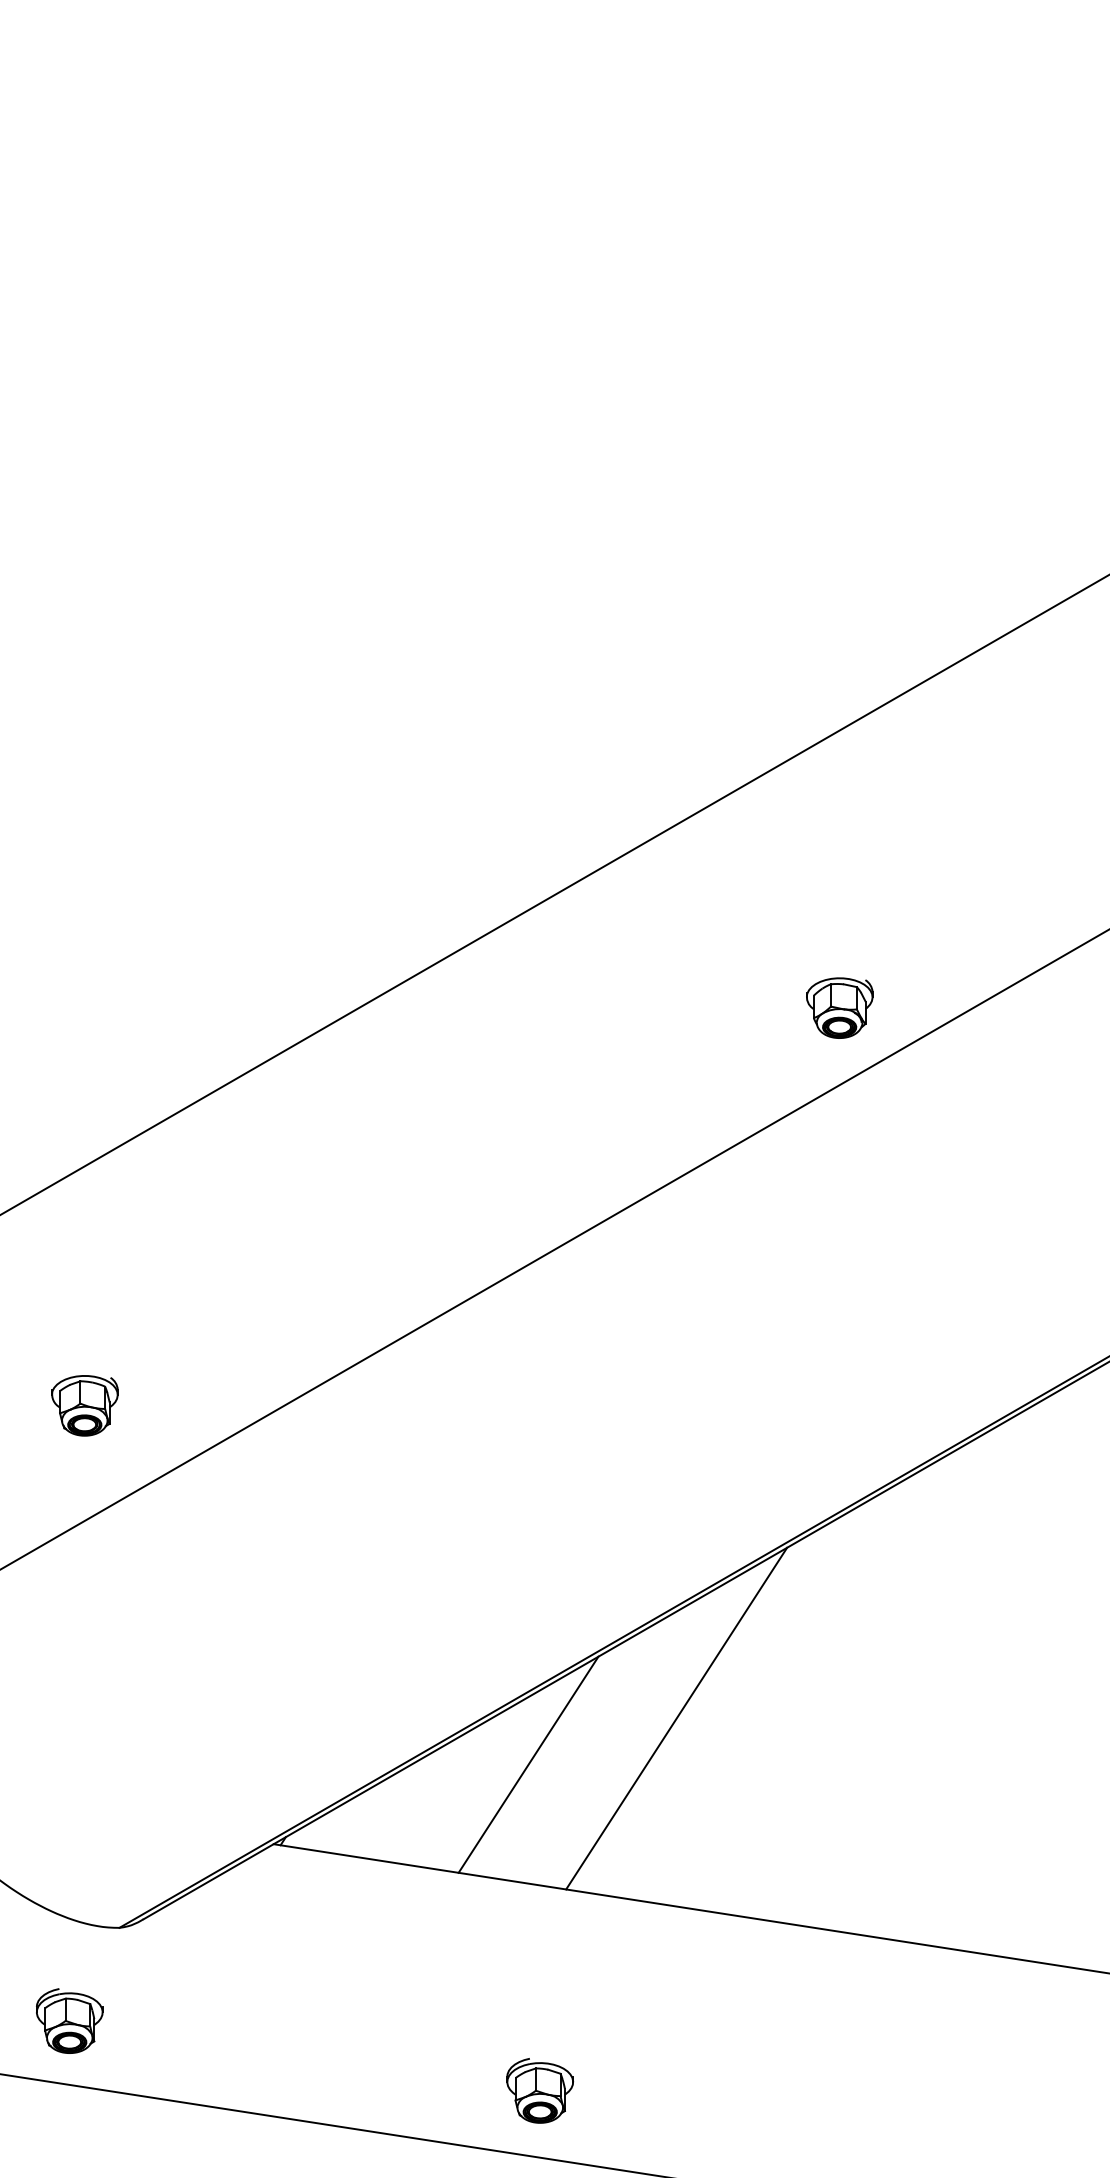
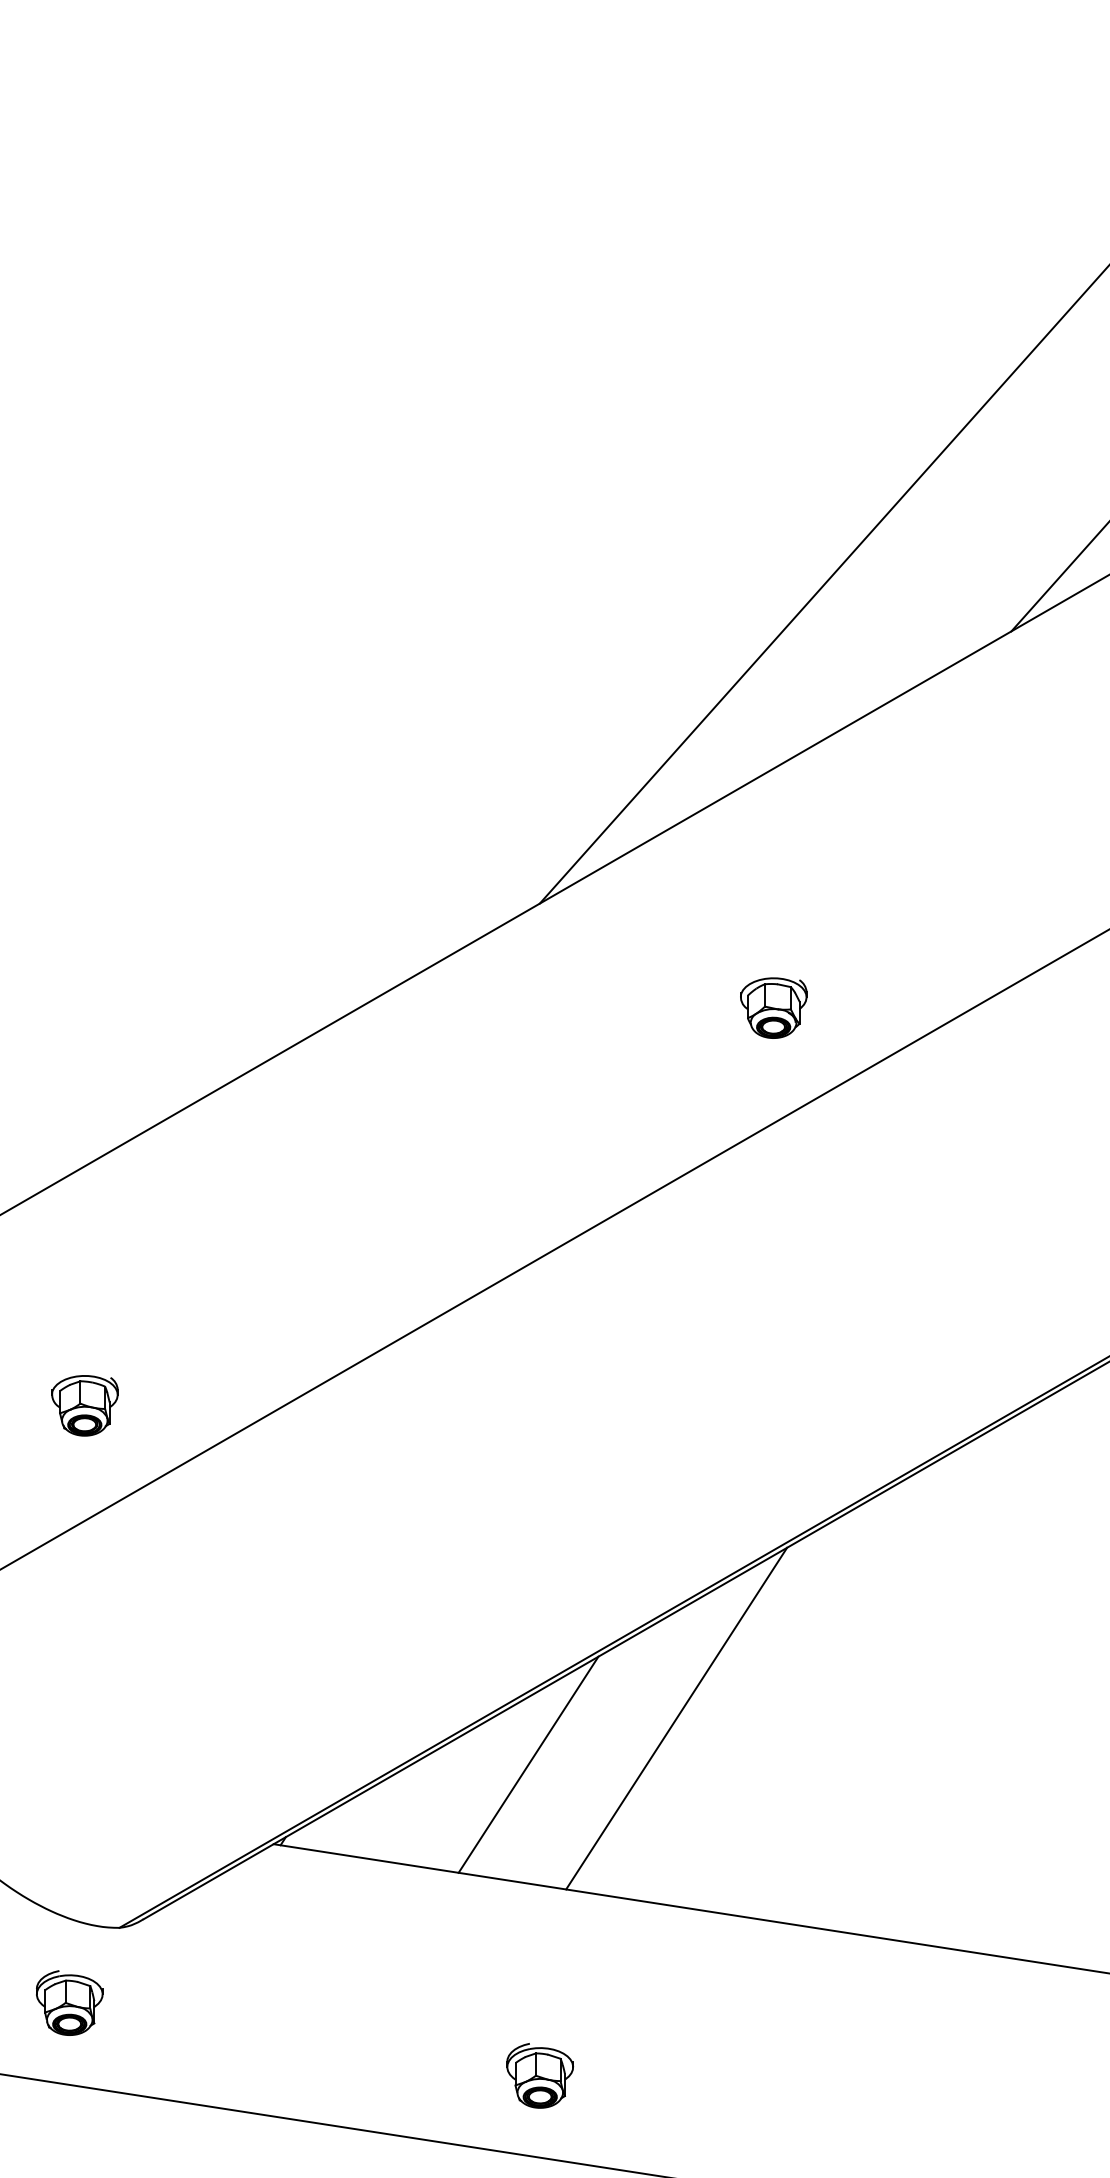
line at (1058, 577): none -> present
line at (822, 585): none -> present
part at (839, 1007) position: (839, 1007) -> (773, 1007)
part at (69, 2020) position: (69, 2020) -> (69, 2002)
part at (540, 2090) position: (540, 2090) -> (540, 2075)
